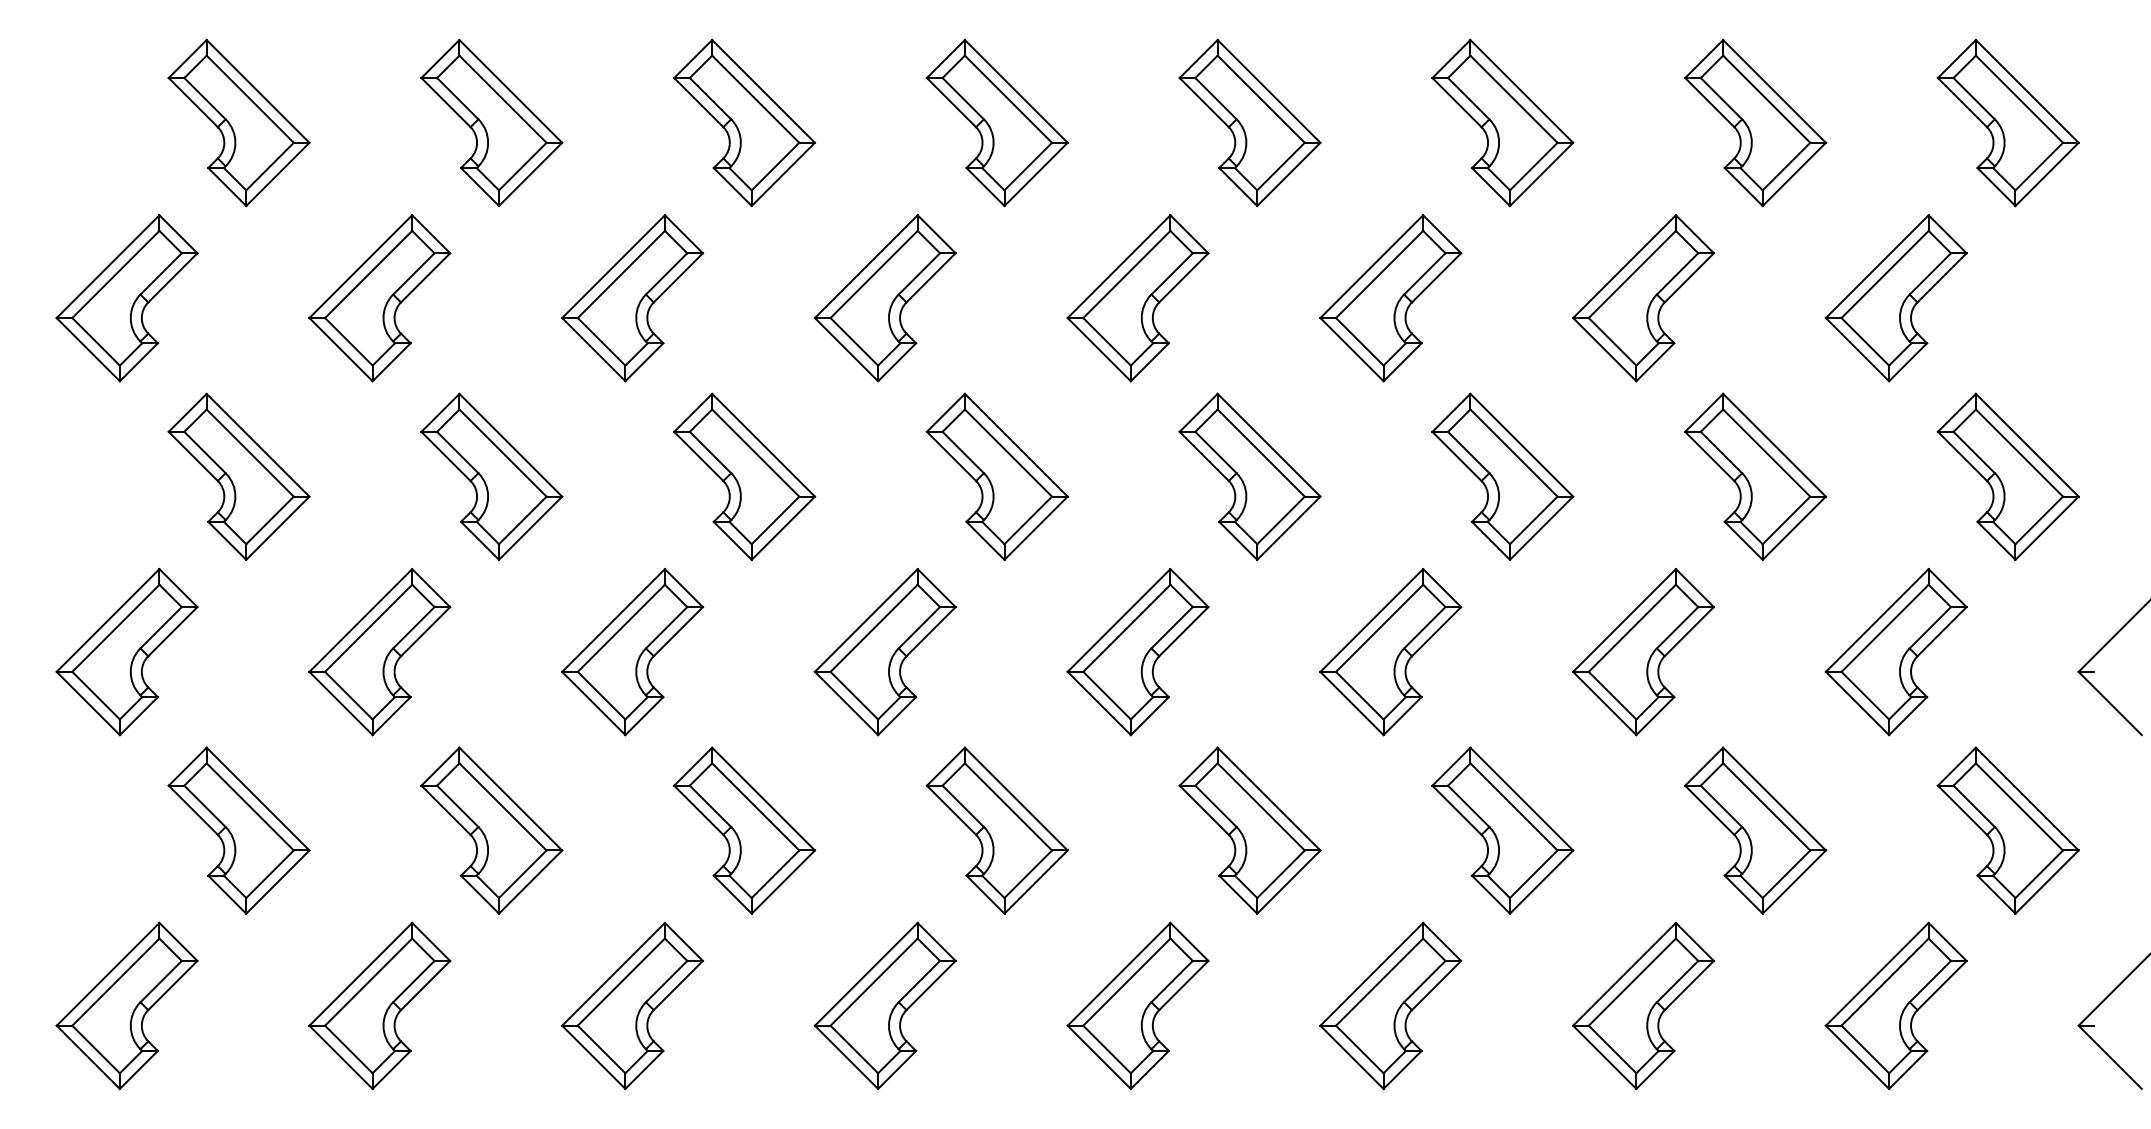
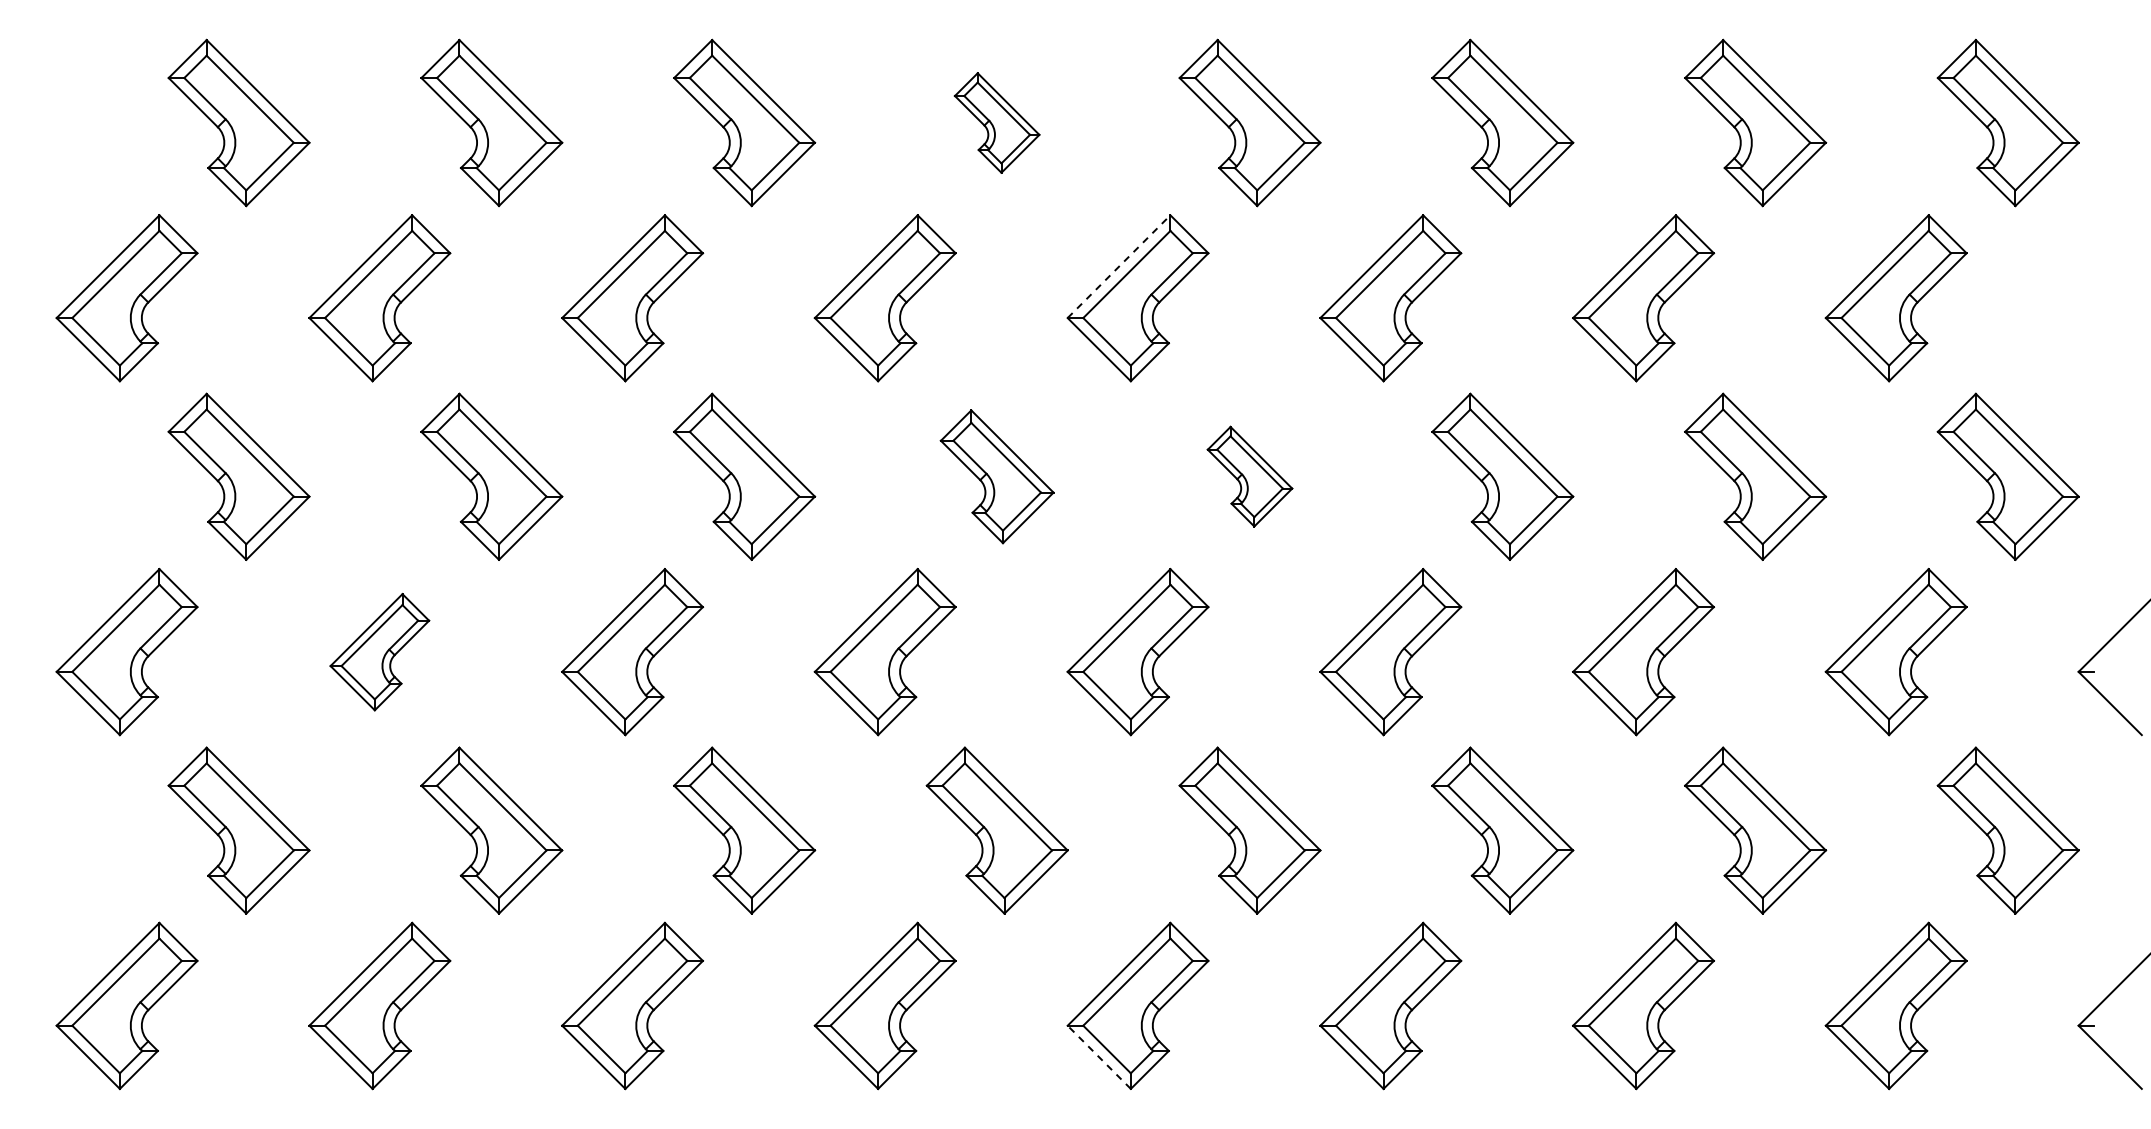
part at (996, 122) size: 144x170 px -> 88x102 px
line at (1119, 266): solid -> dashed
part at (996, 476) size: 144x169 px -> 116x136 px
part at (1249, 476) size: 144x169 px -> 88x103 px
part at (379, 652) size: 144x169 px -> 102x119 px
line at (1099, 1057): solid -> dashed
